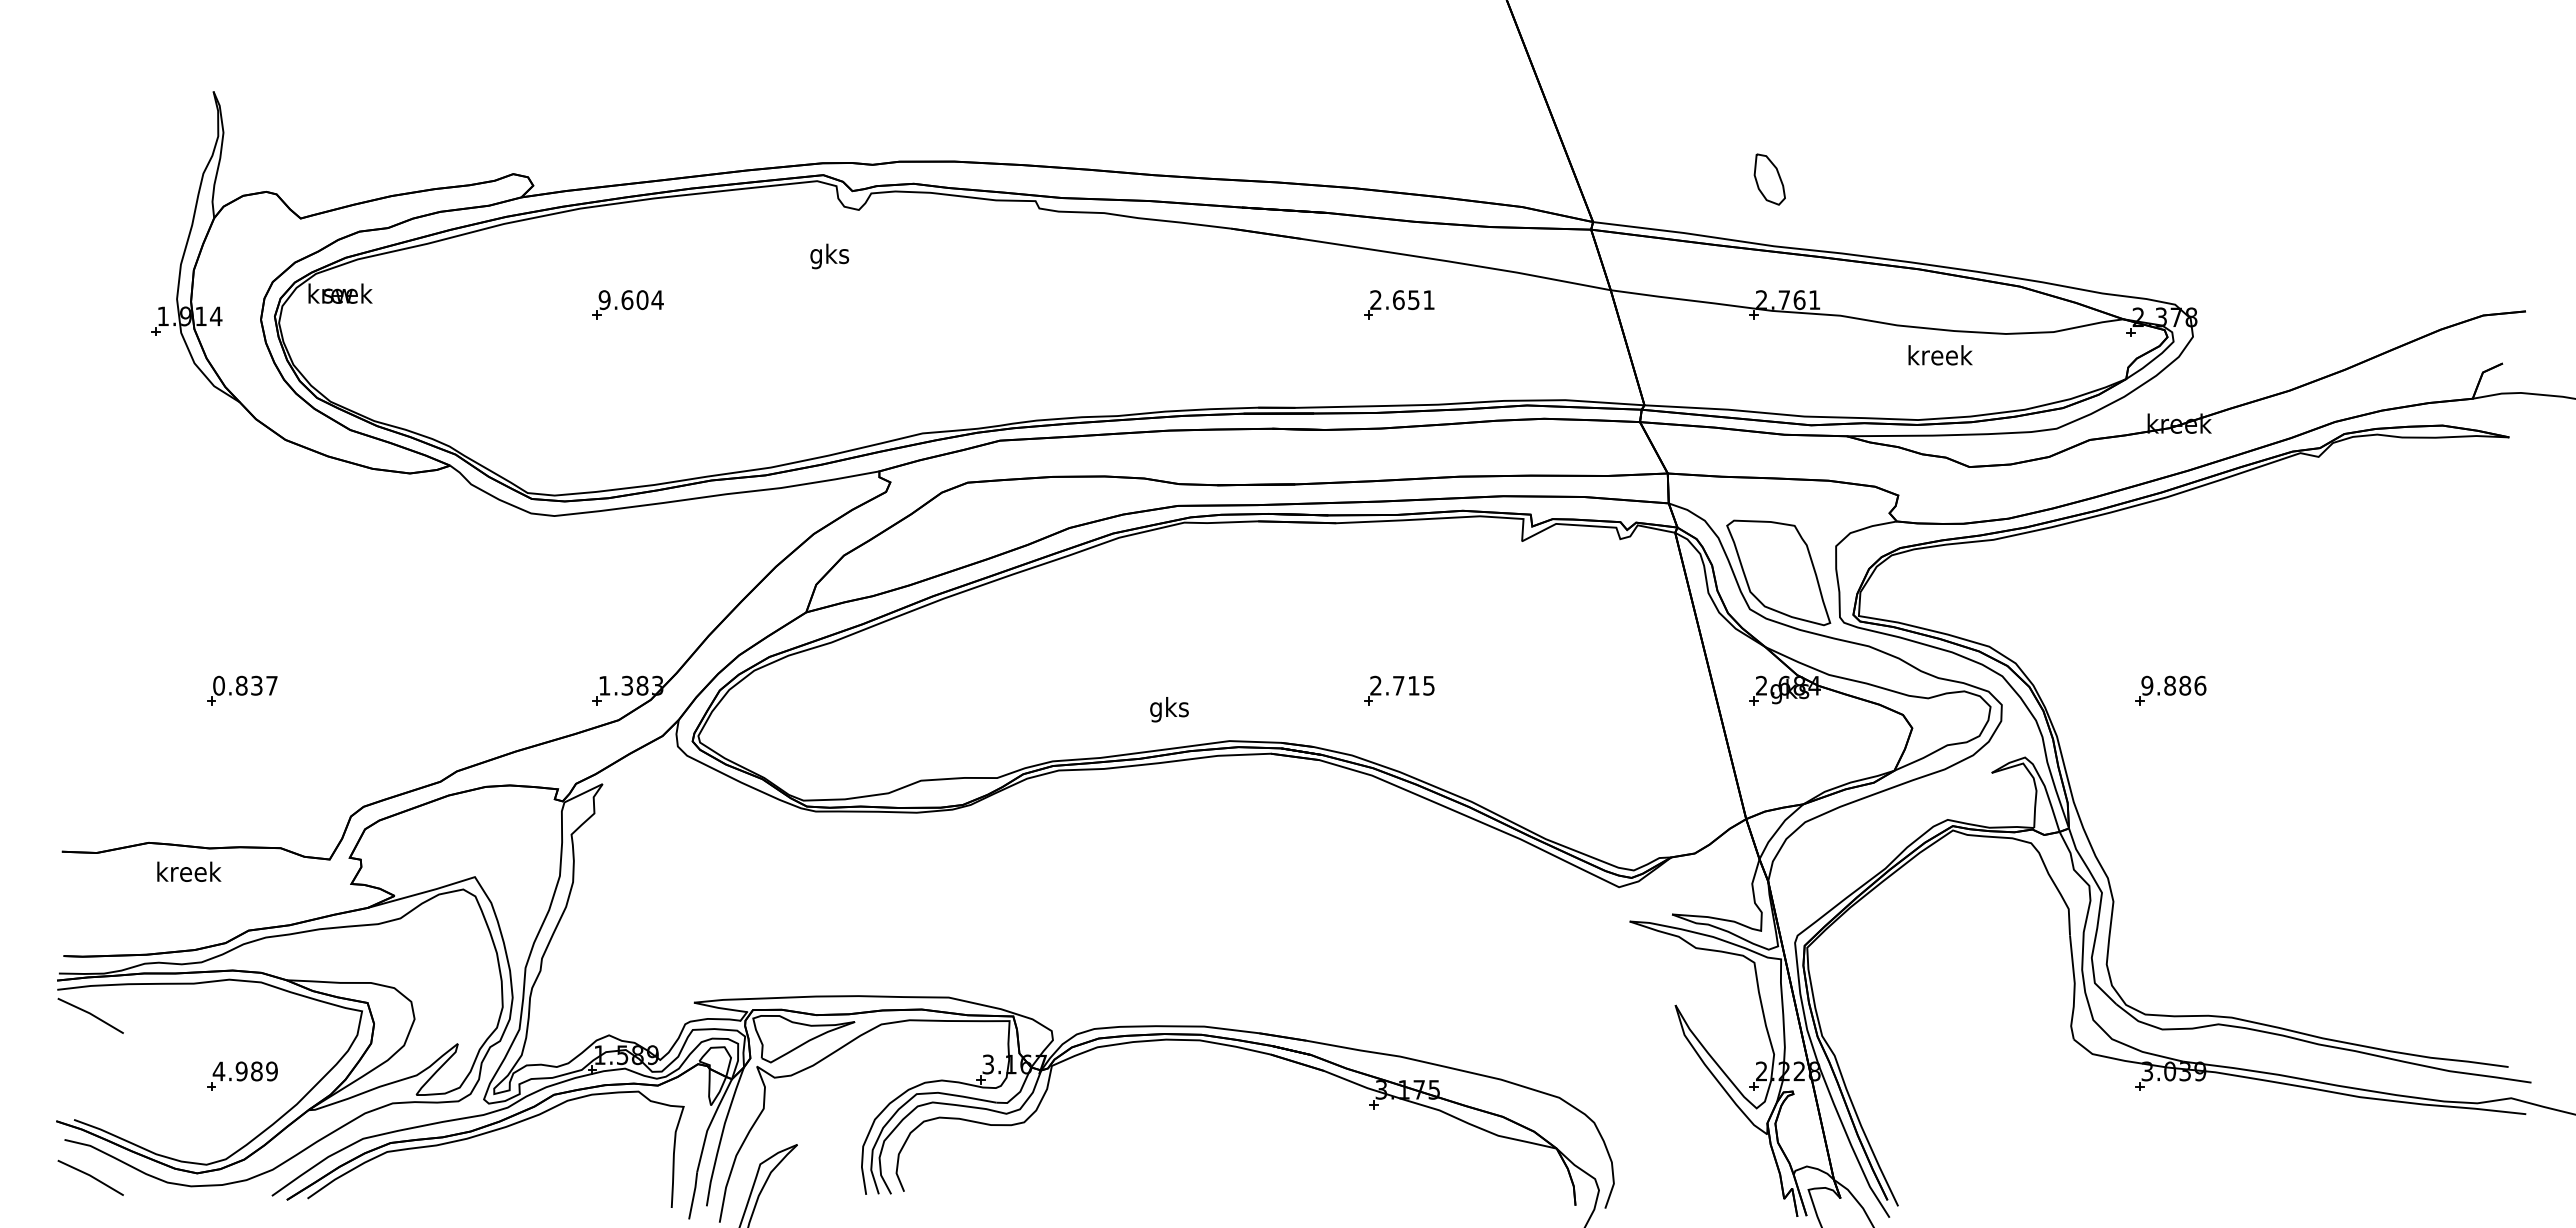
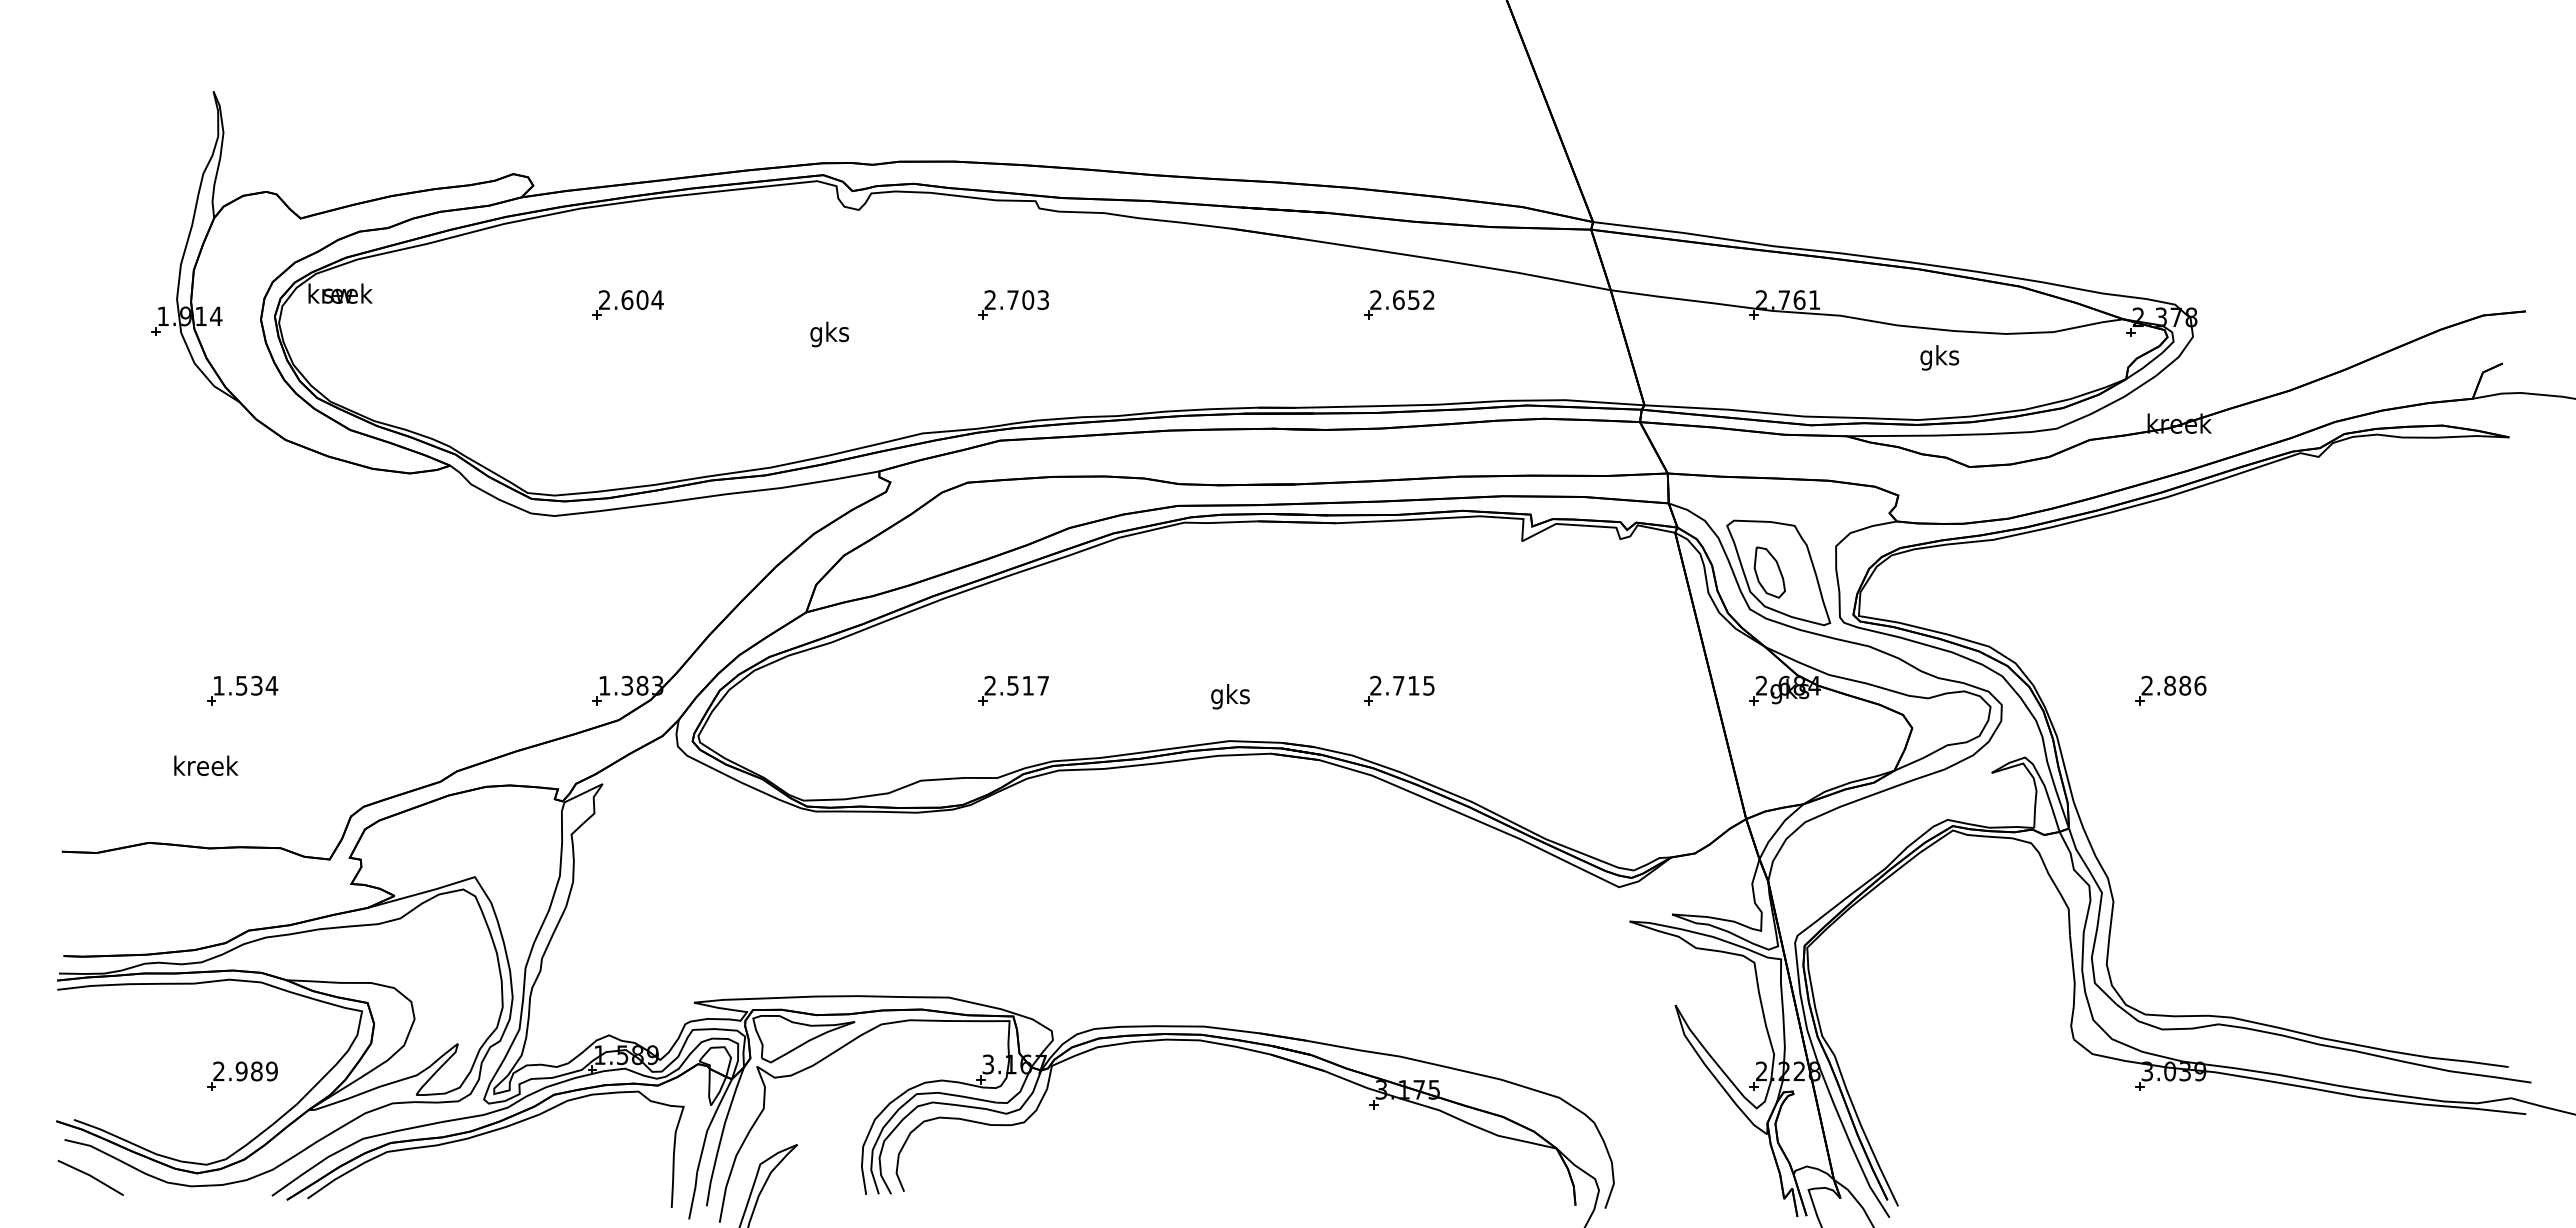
part at (1769, 179) position: (1769, 179) -> (1769, 572)
text at (829, 256) position: (829, 256) -> (829, 334)
text at (1428, 299): 2.651 -> 2.652
text at (604, 300): 9.604 -> 2.604
part at (1013, 304): none -> present
text at (1940, 357): kreek -> gks
text at (245, 685): 0.837 -> 1.534
text at (2147, 685): 9.886 -> 2.886
part at (1013, 690): none -> present
text at (1169, 709) position: (1169, 709) -> (1230, 696)
text at (189, 871) position: (189, 871) -> (206, 765)
line at (90, 1014): present -> none
text at (218, 1071): 4.989 -> 2.989
